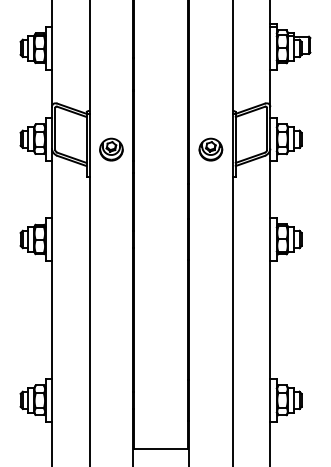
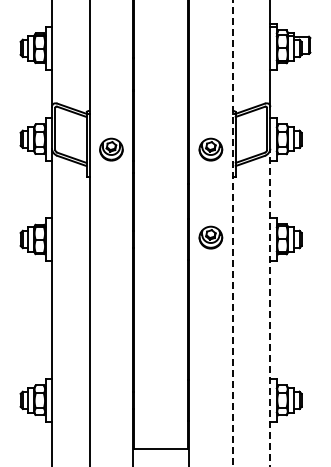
line at (232, 233): solid -> dashed
part at (210, 237): none -> present
line at (270, 307): solid -> dashed
